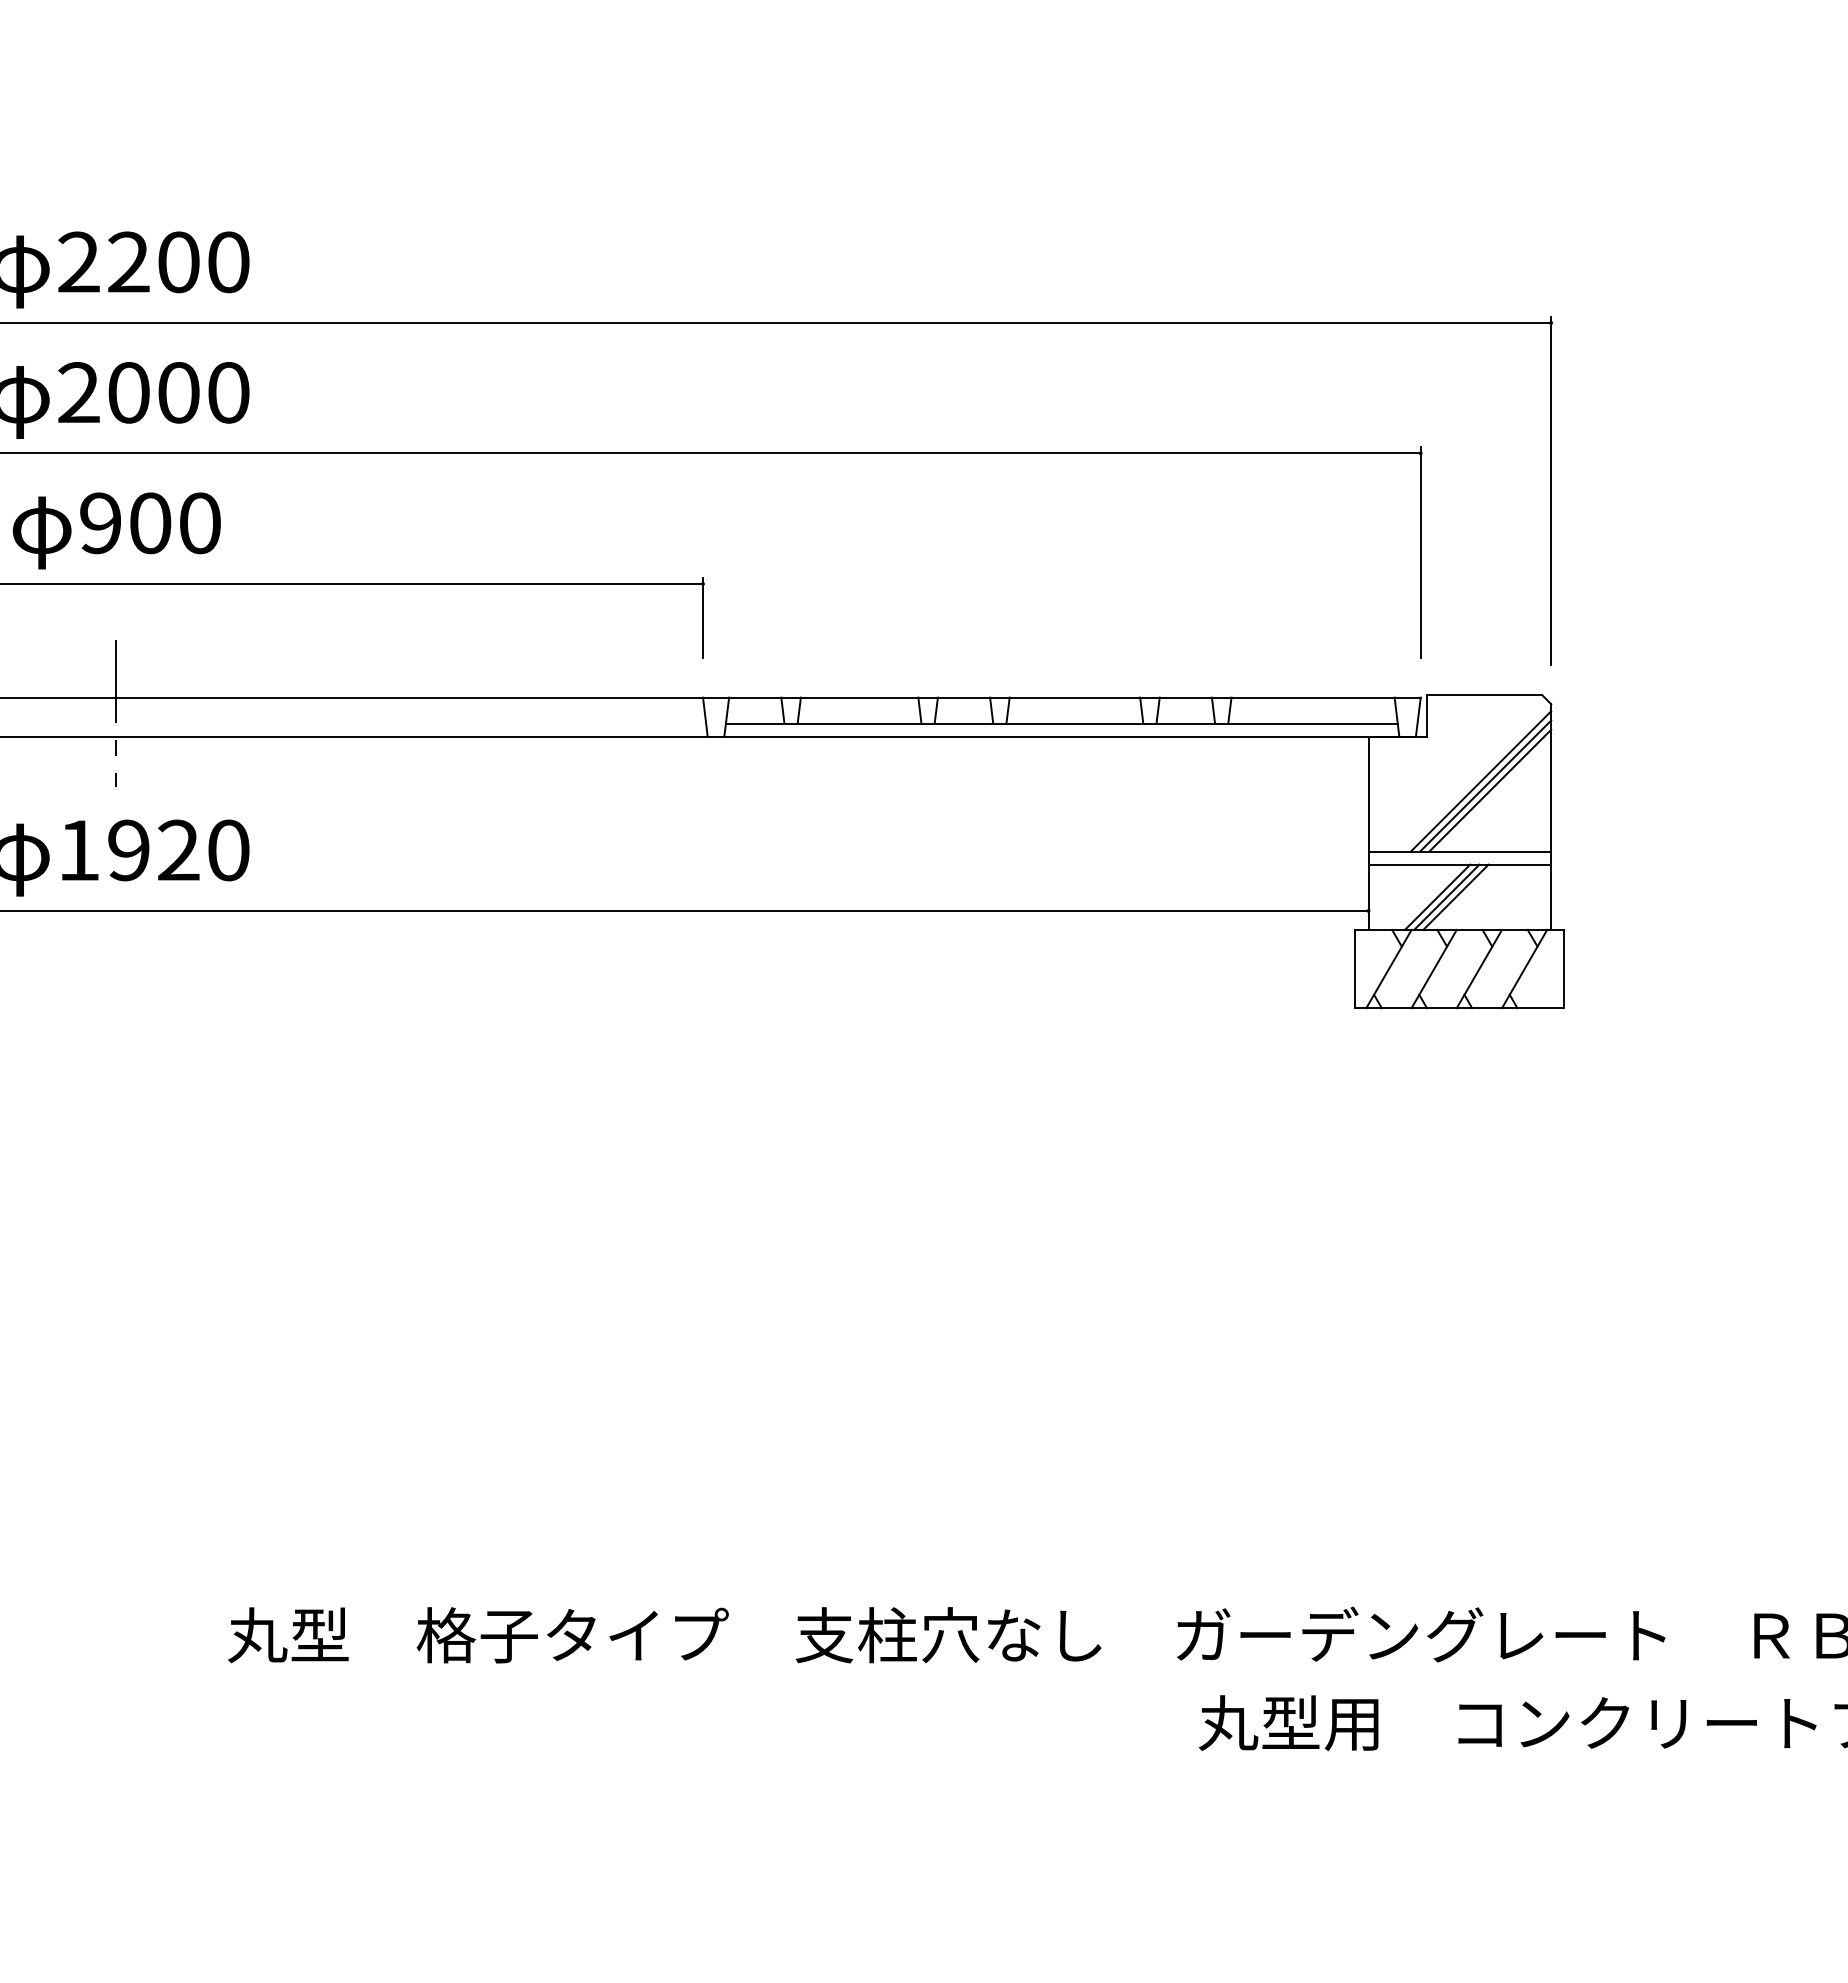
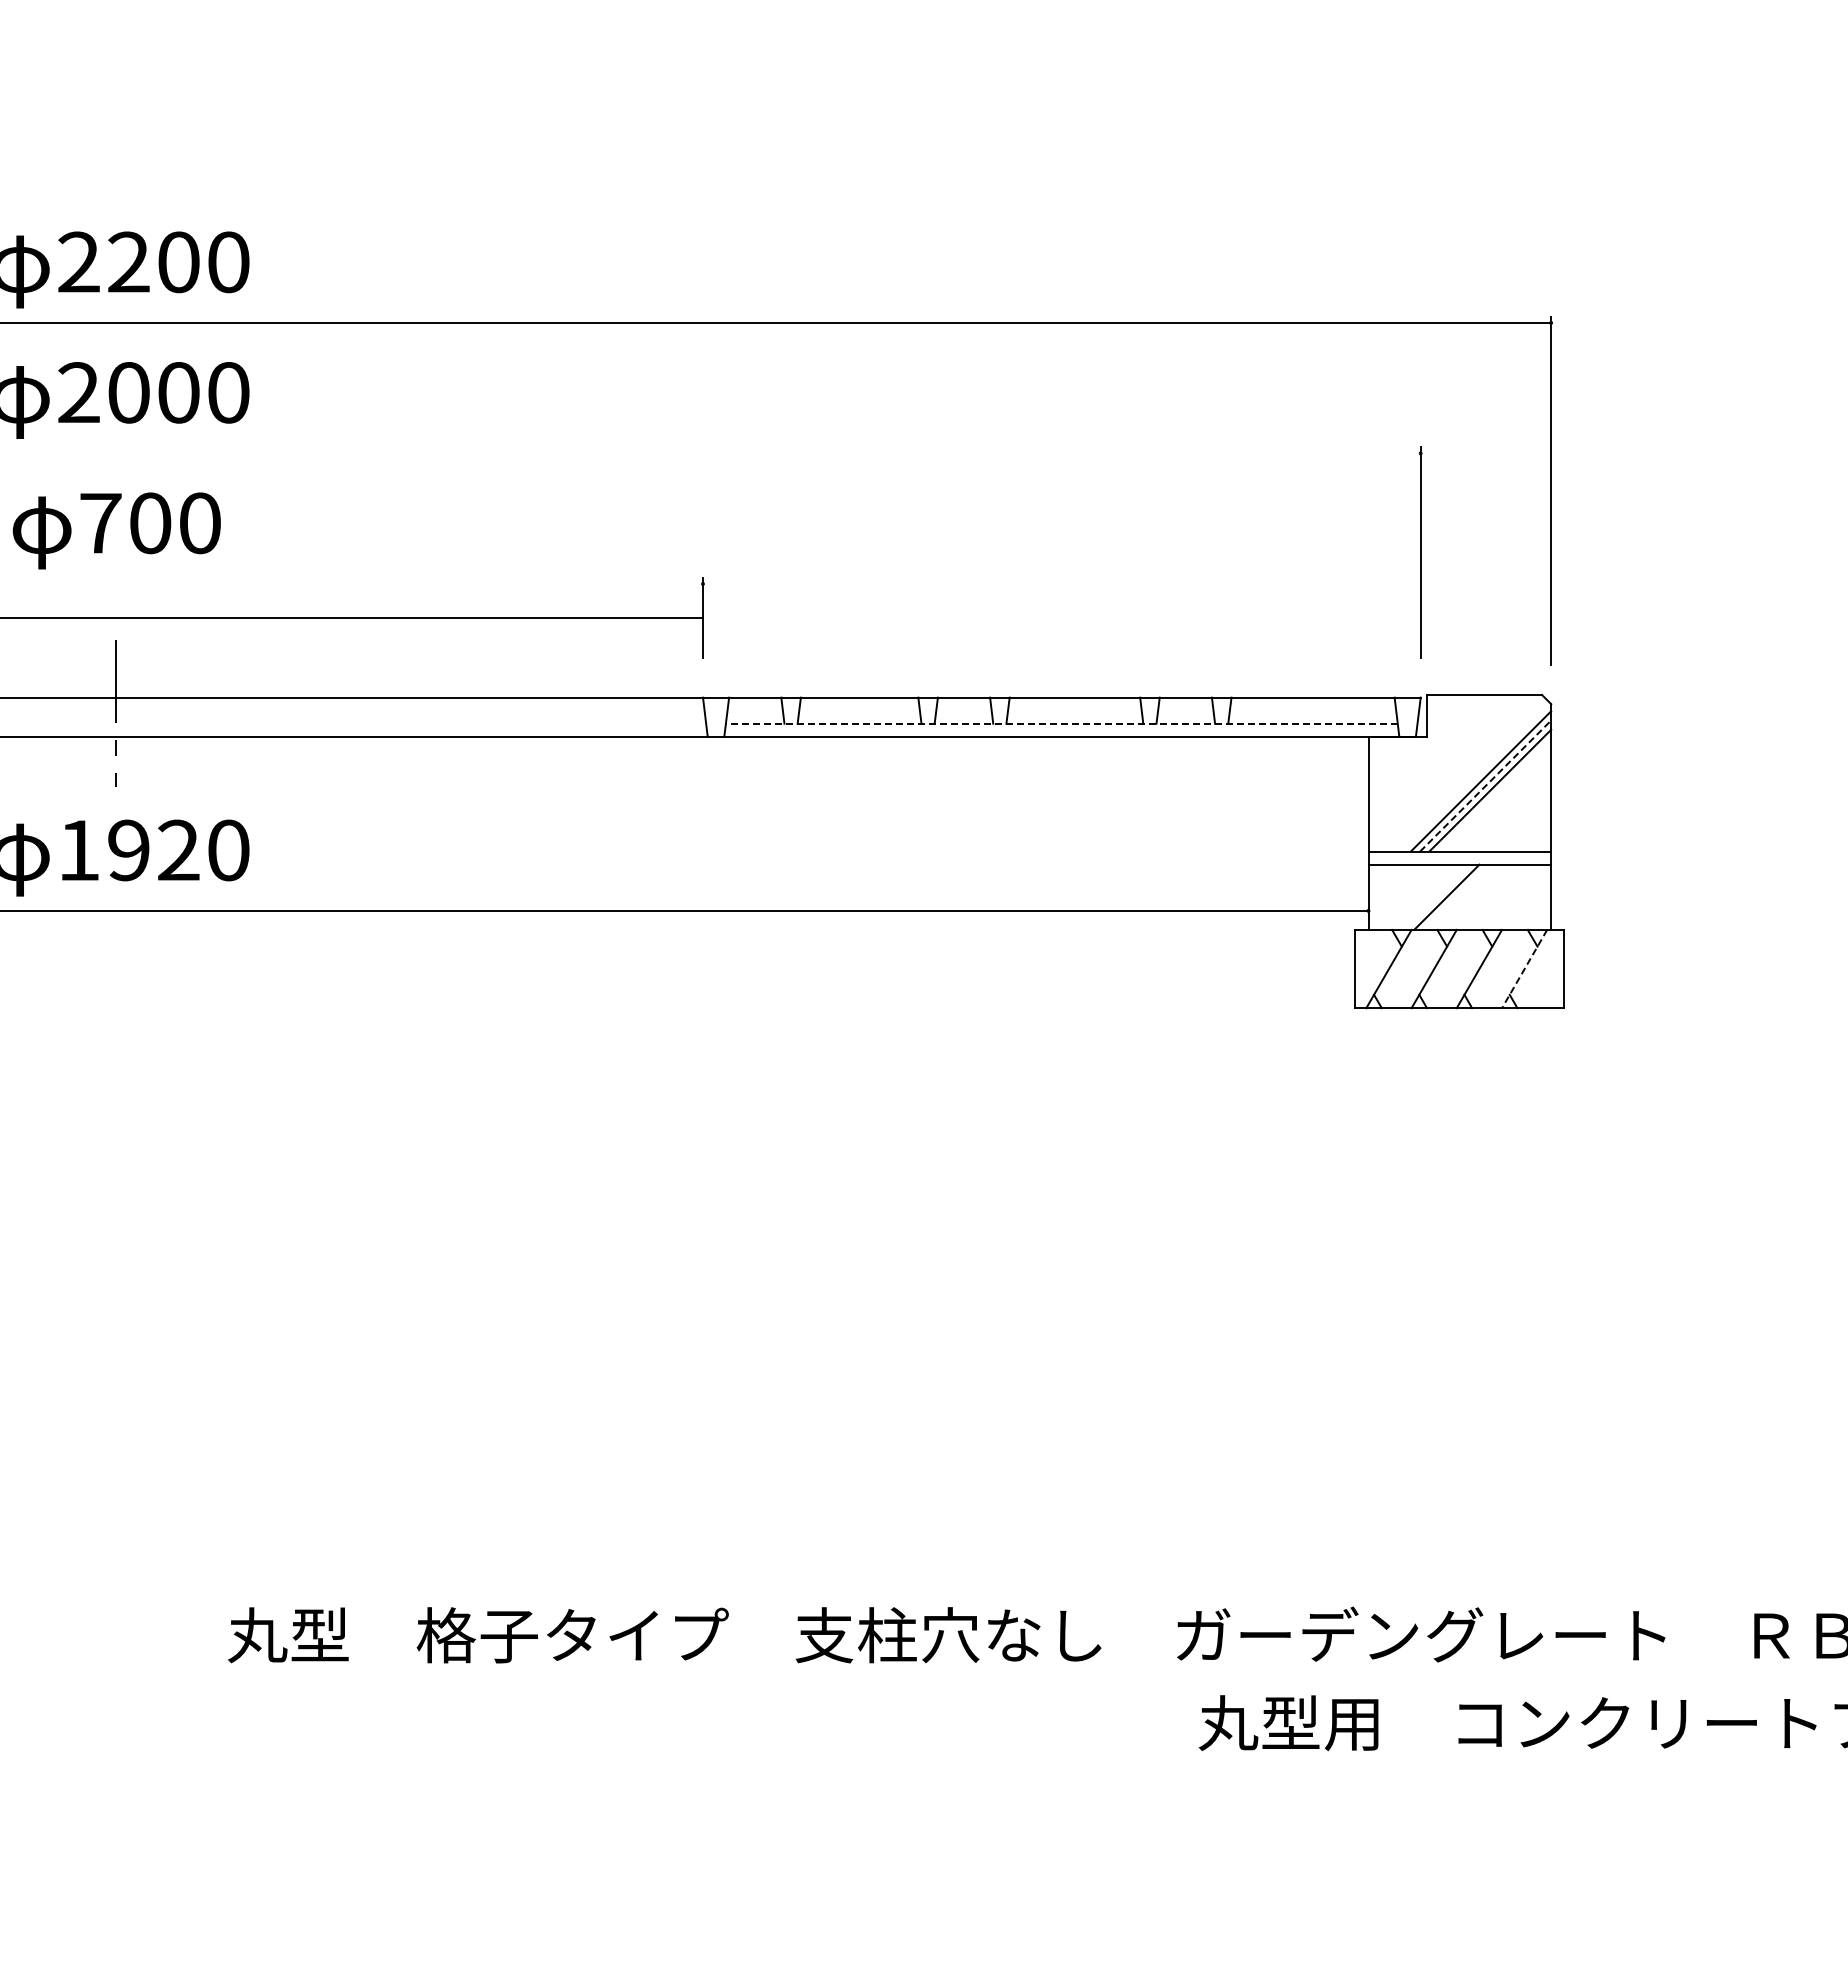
line at (711, 453): present -> none
text at (100, 523): 900 -> 700
line at (352, 583) position: (352, 583) -> (352, 617)
line at (1061, 723): solid -> dashed
line at (1485, 786): solid -> dashed
line at (1437, 896): present -> none
line at (1455, 896): present -> none
line at (1524, 969): solid -> dashed
